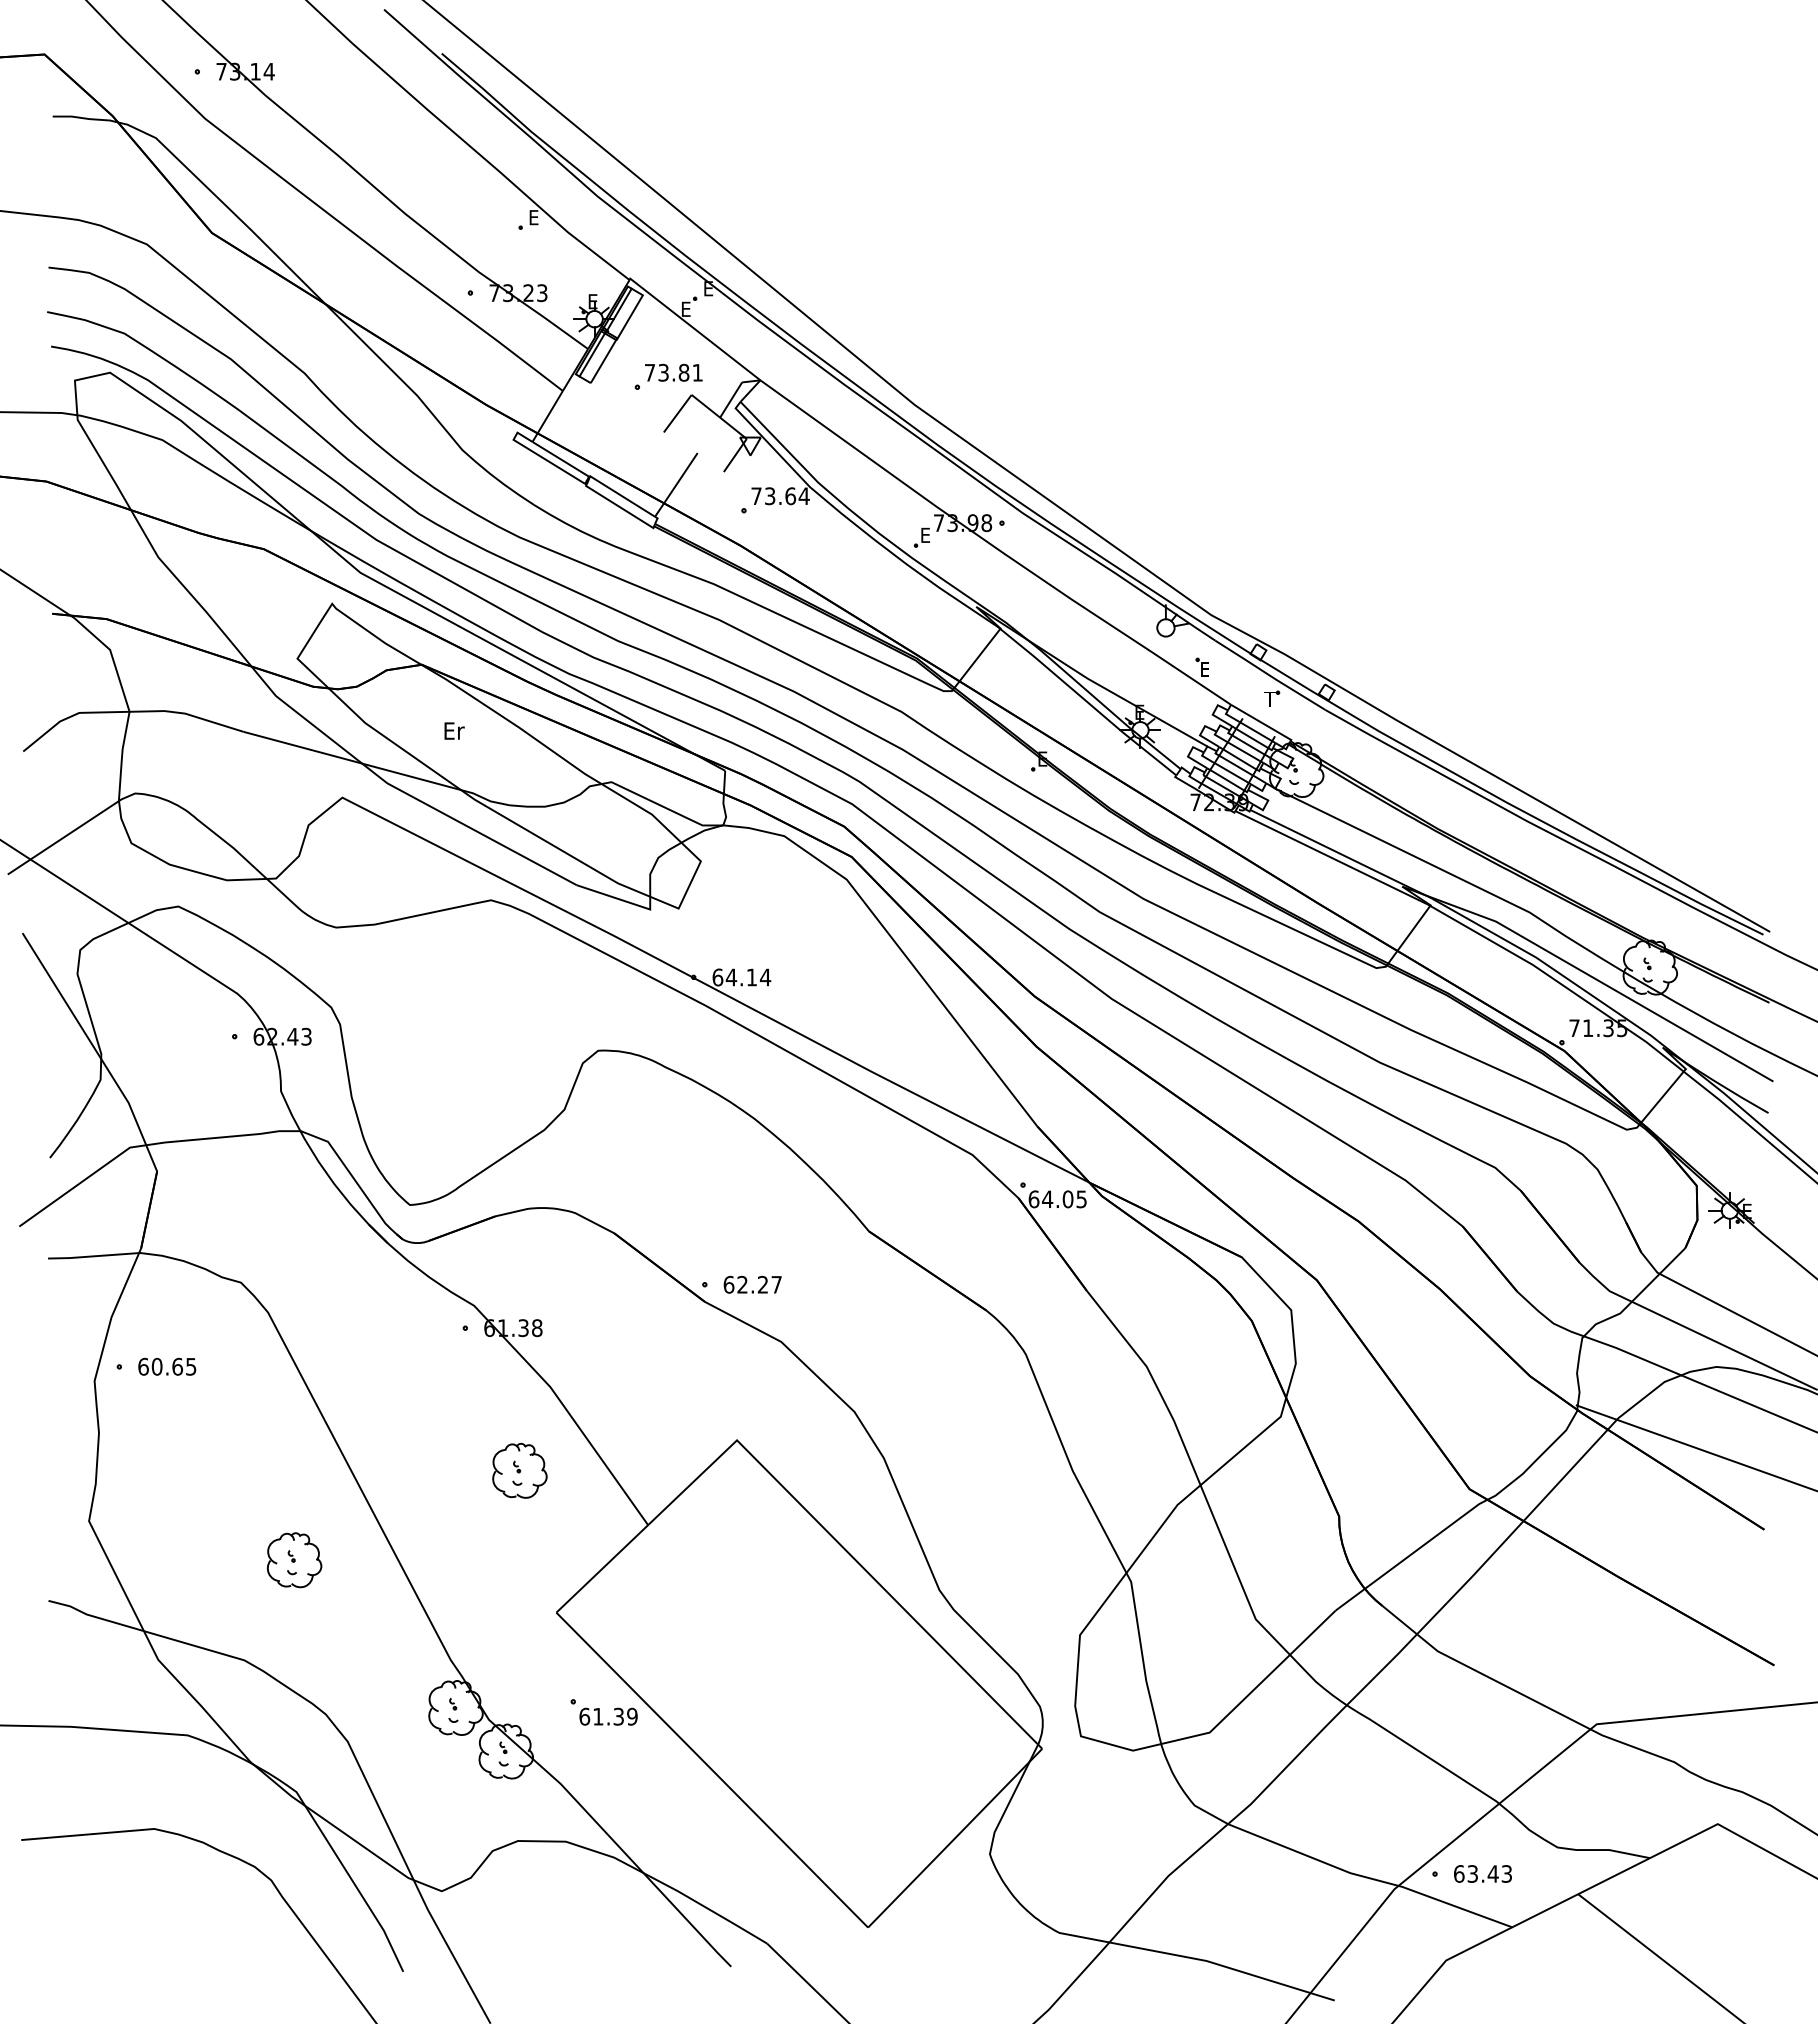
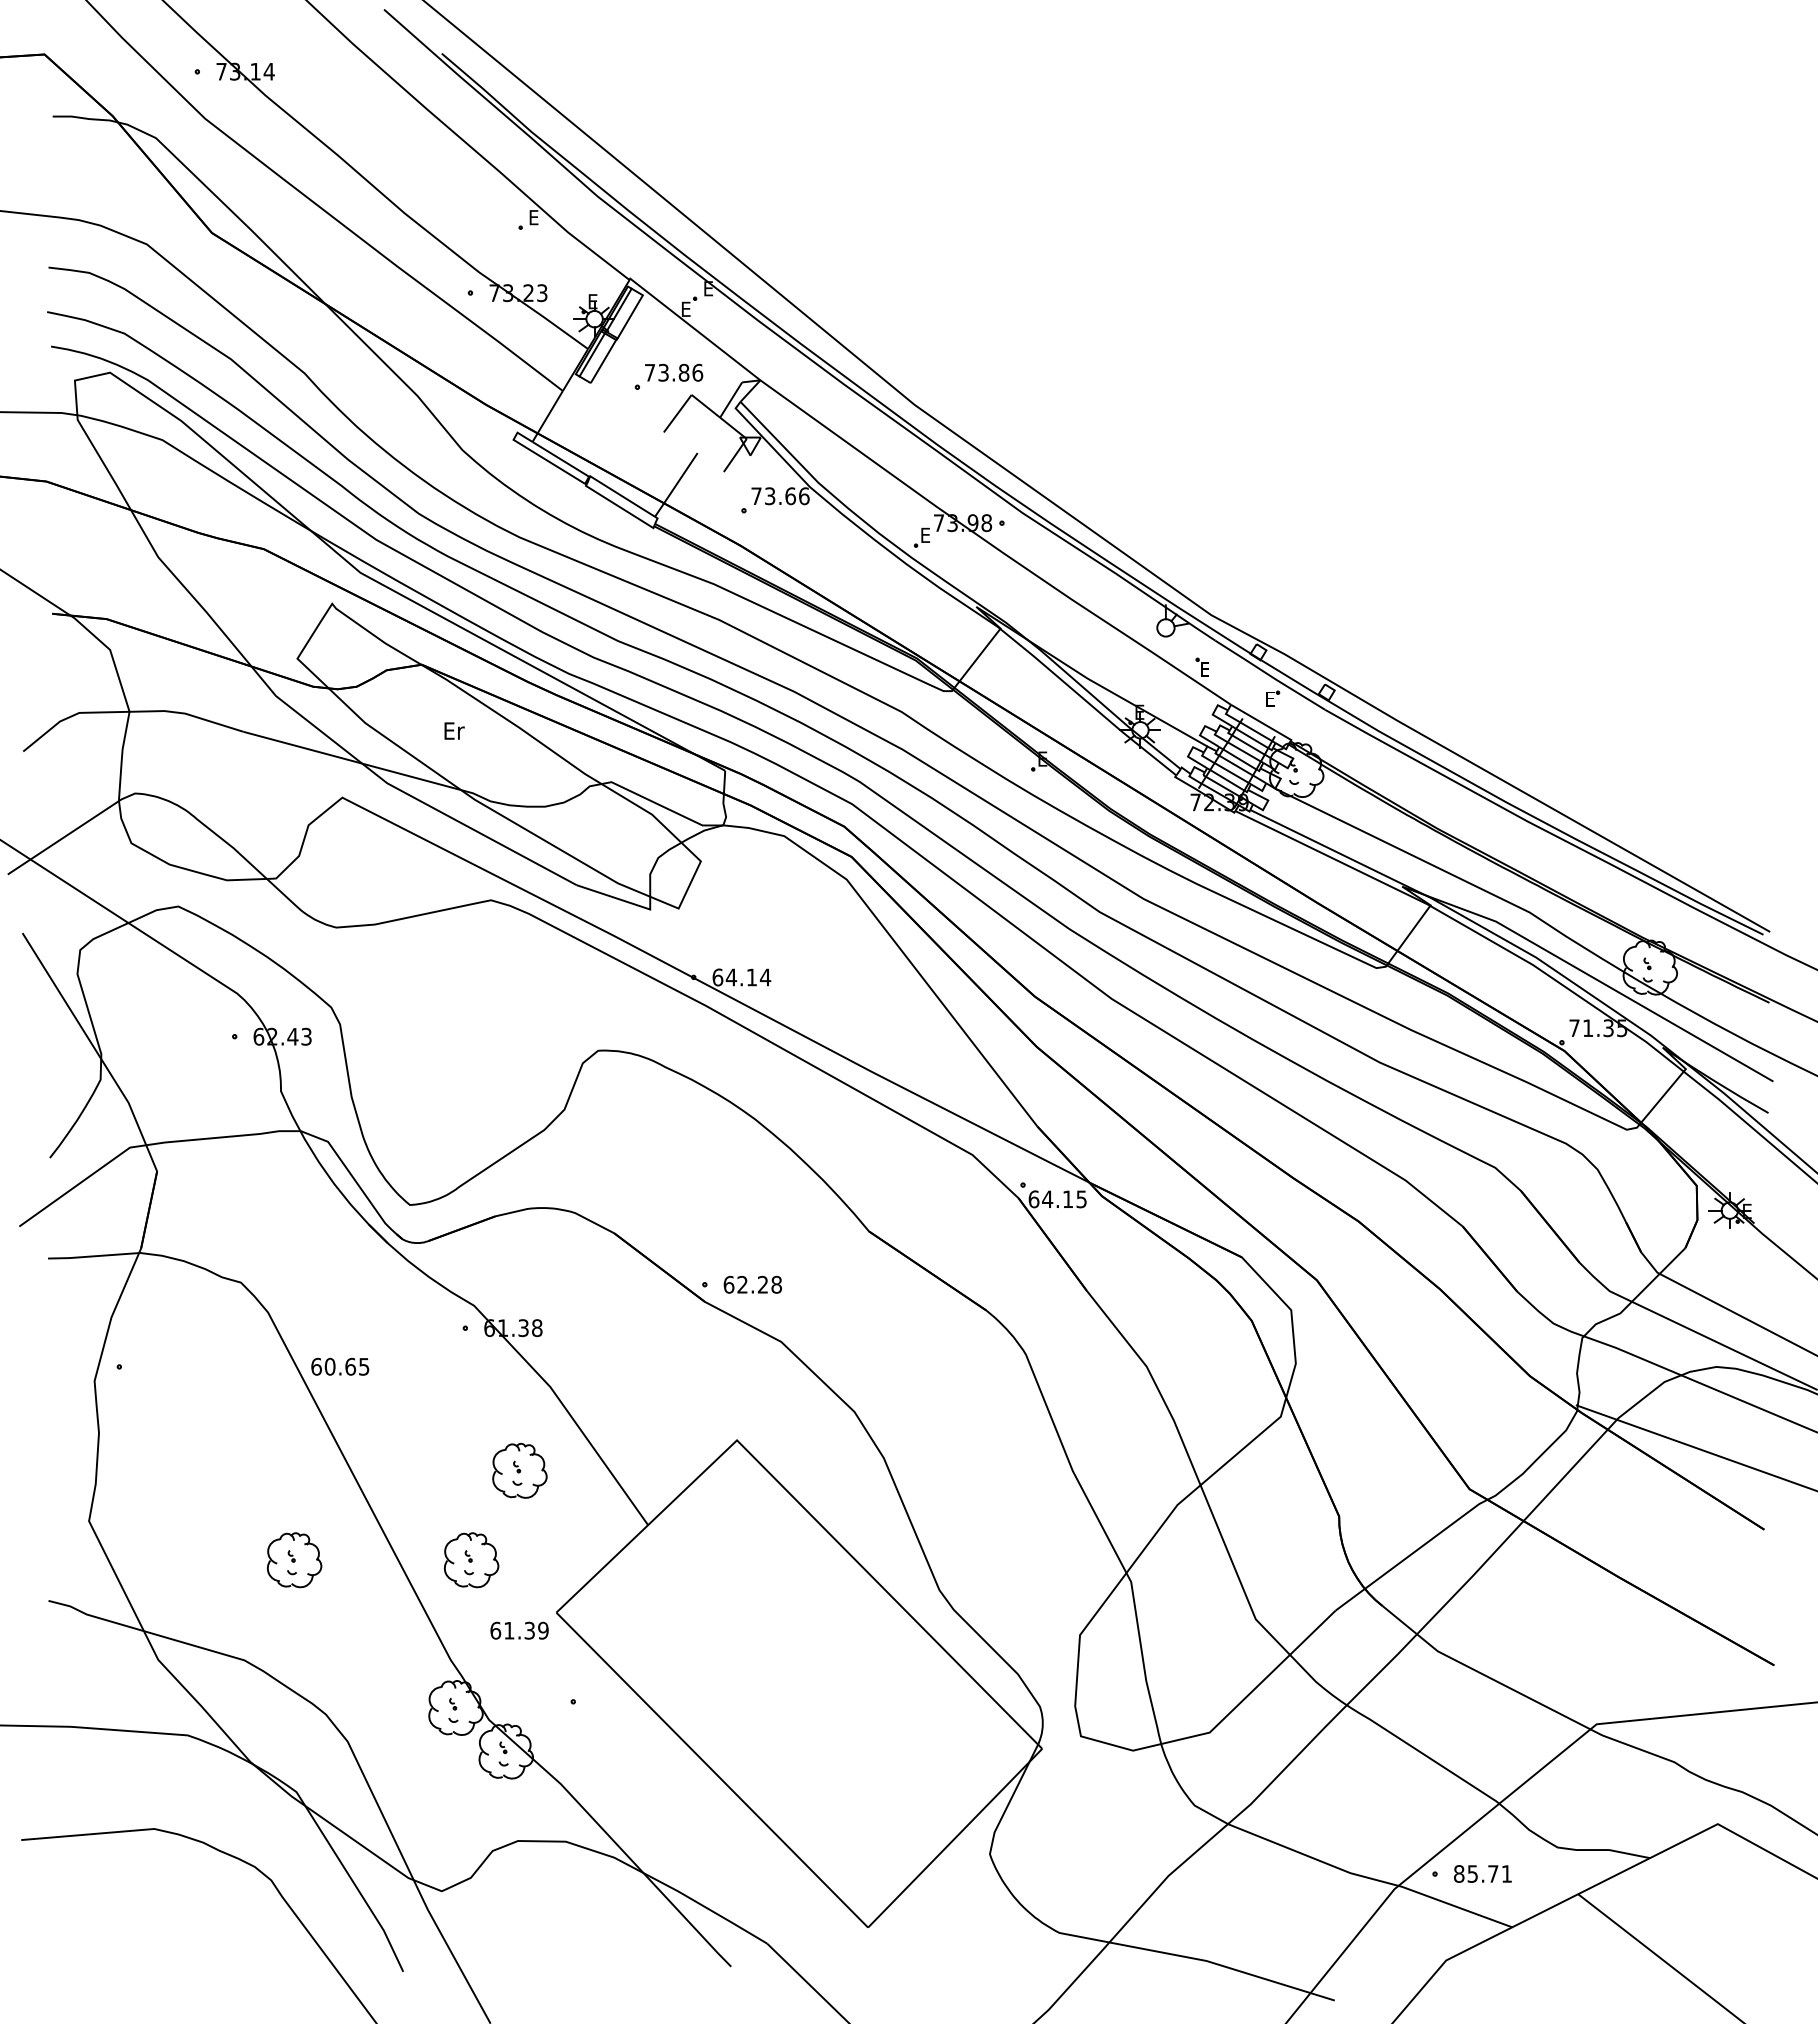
text at (697, 372): 73.81 -> 73.86
text at (803, 496): 73.64 -> 73.66
text at (1269, 699): T -> E
text at (1067, 1199): 64.05 -> 64.15
text at (776, 1284): 62.27 -> 62.28
text at (167, 1366) position: (167, 1366) -> (340, 1366)
part at (471, 1560): none -> present
text at (608, 1716) position: (608, 1716) -> (519, 1630)
text at (1482, 1873): 63.43 -> 85.71
